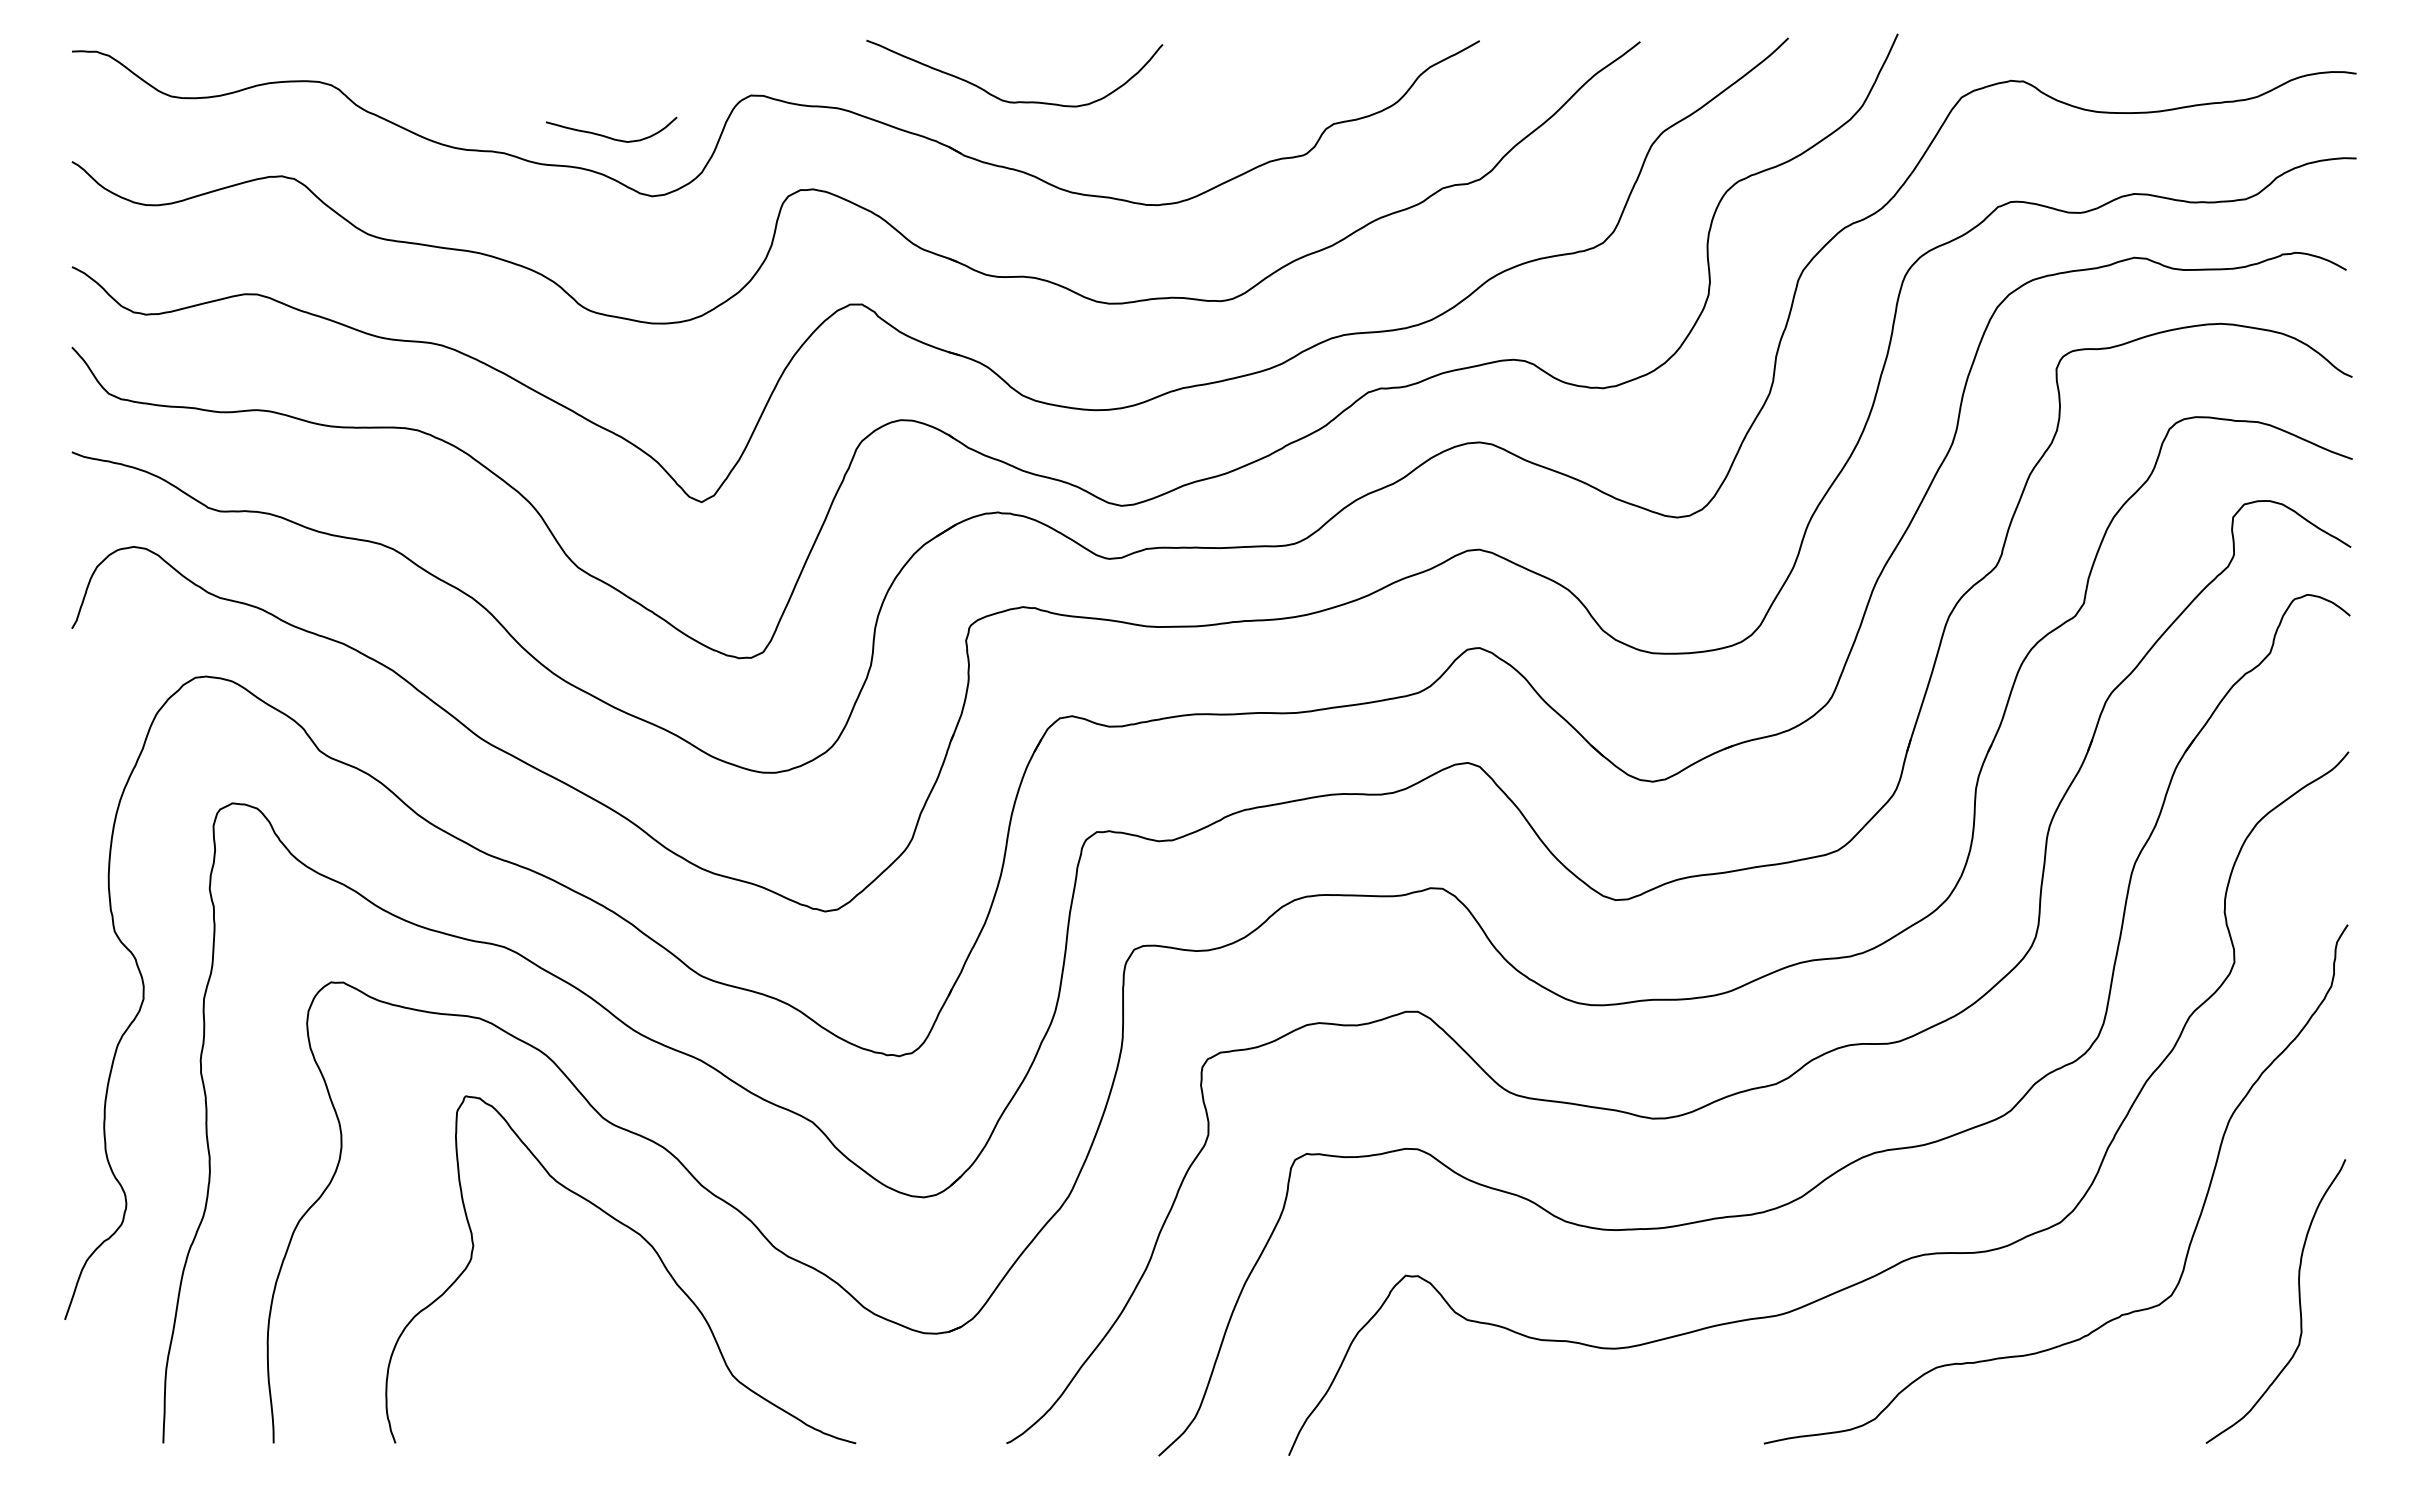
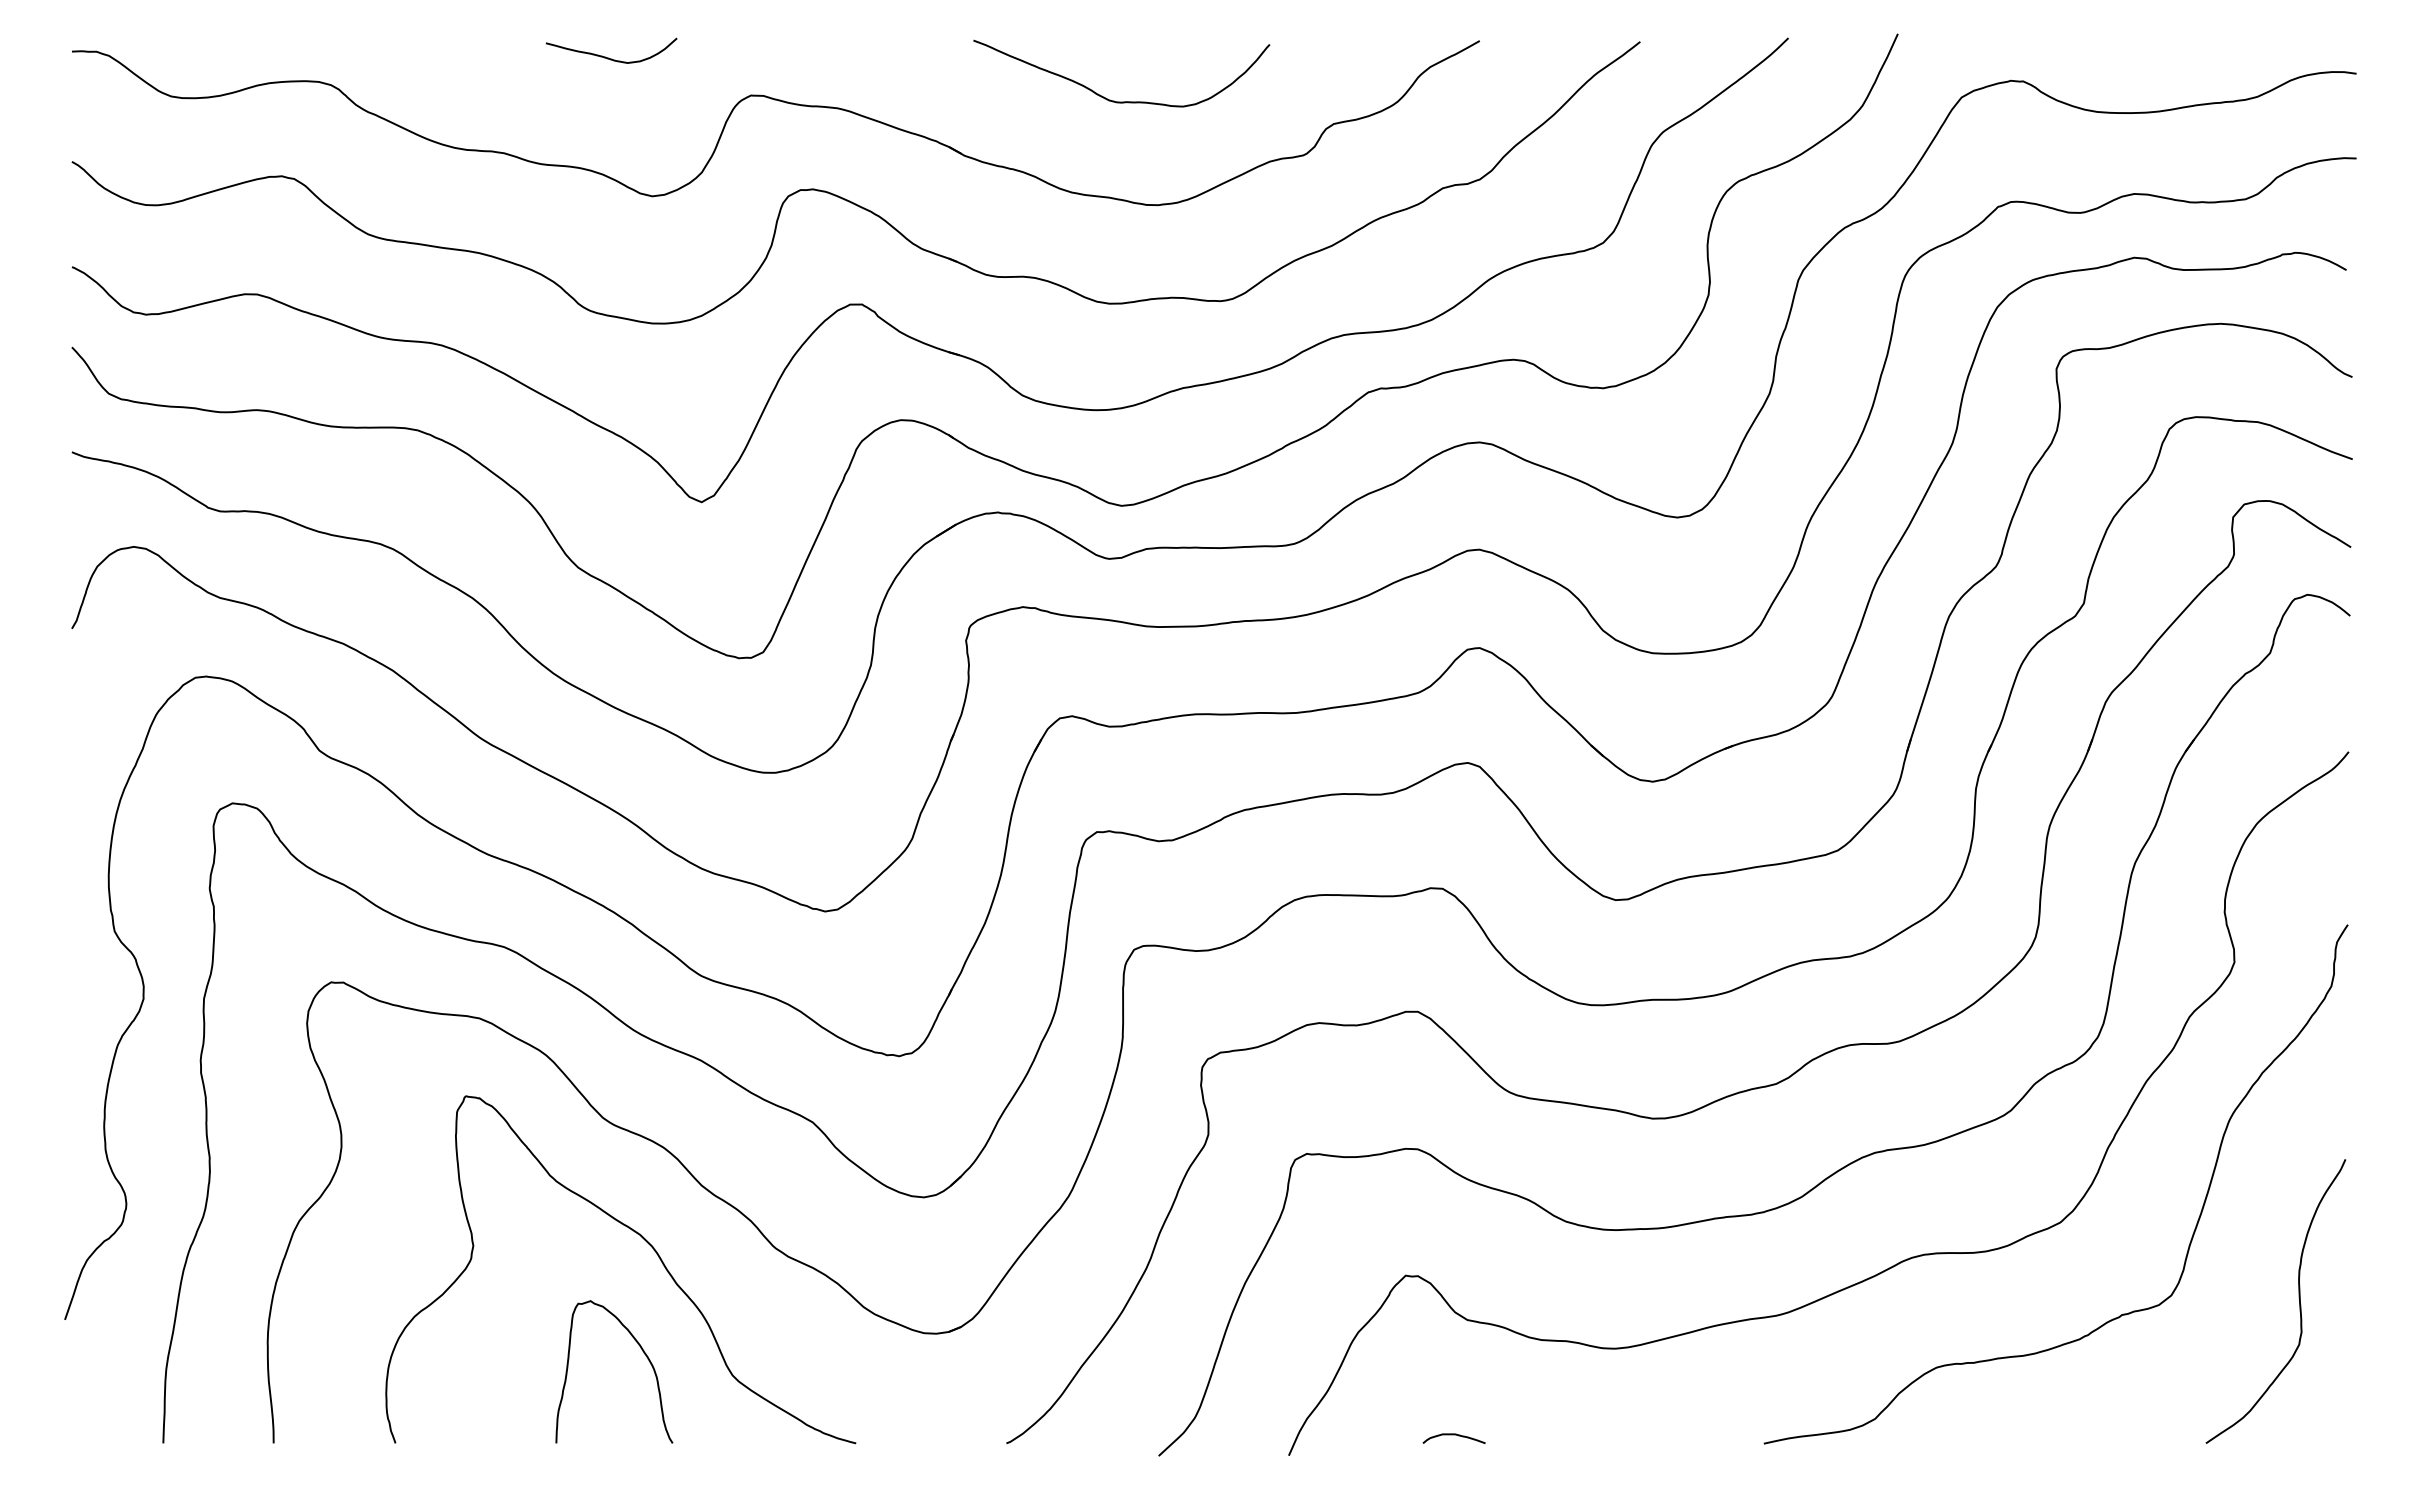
curve at (1007, 100) position: (1007, 100) -> (1114, 100)
curve at (608, 136) position: (608, 136) -> (608, 57)
curve at (643, 1353): none -> present
curve at (1453, 1435): none -> present
